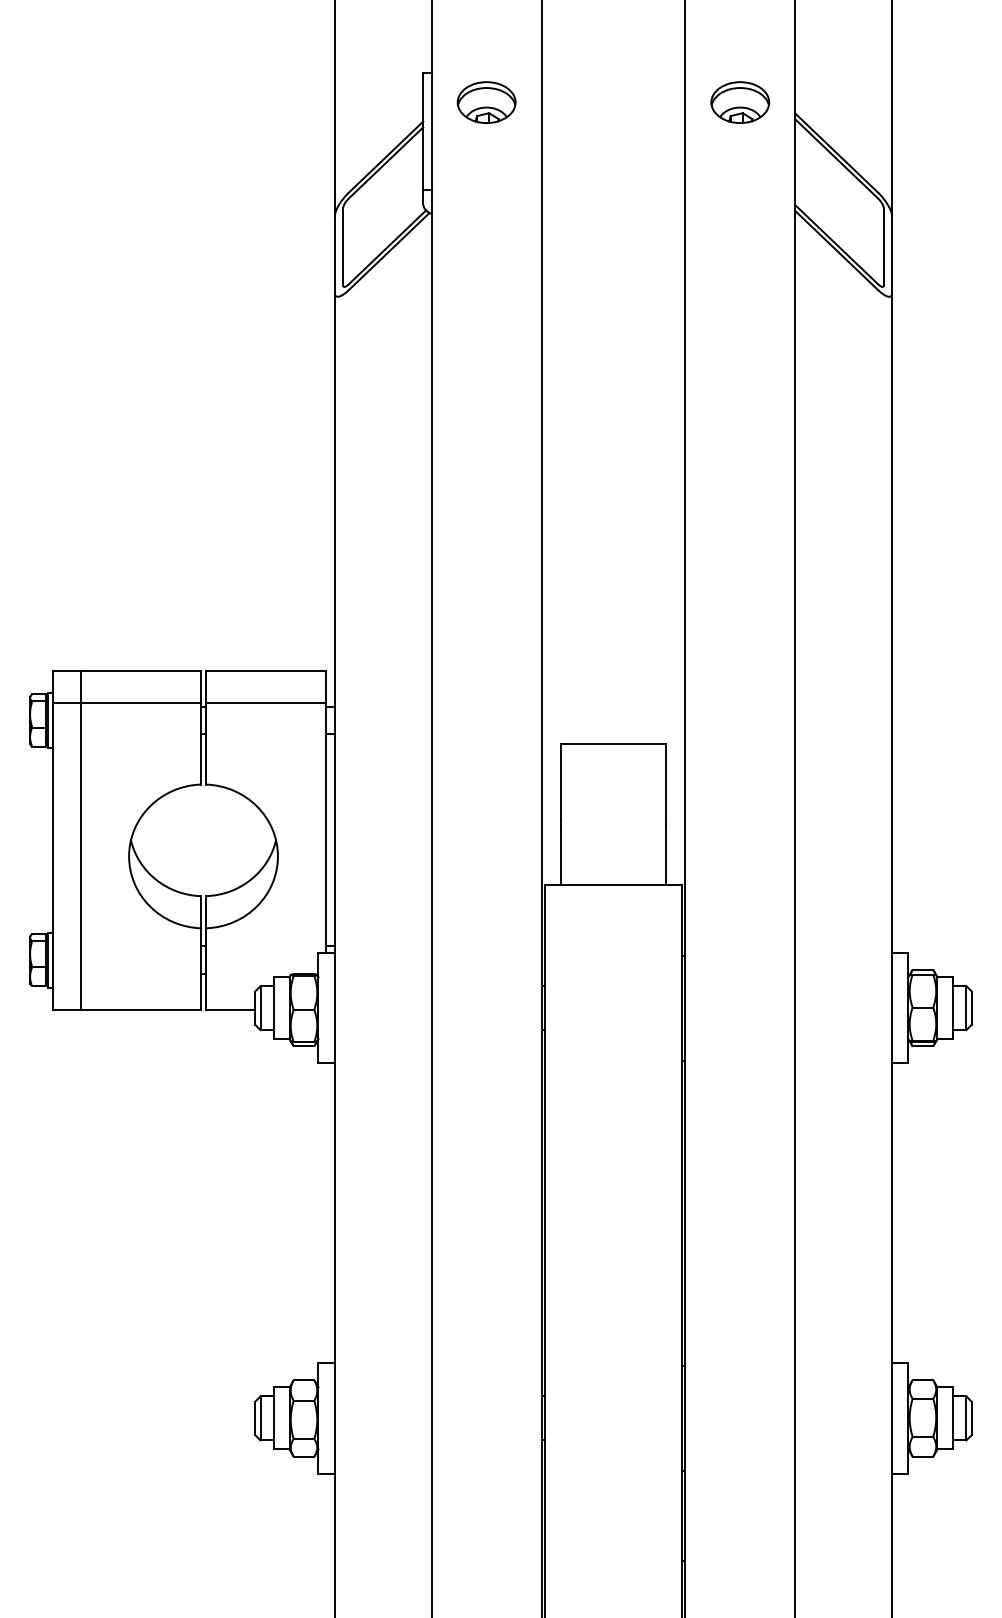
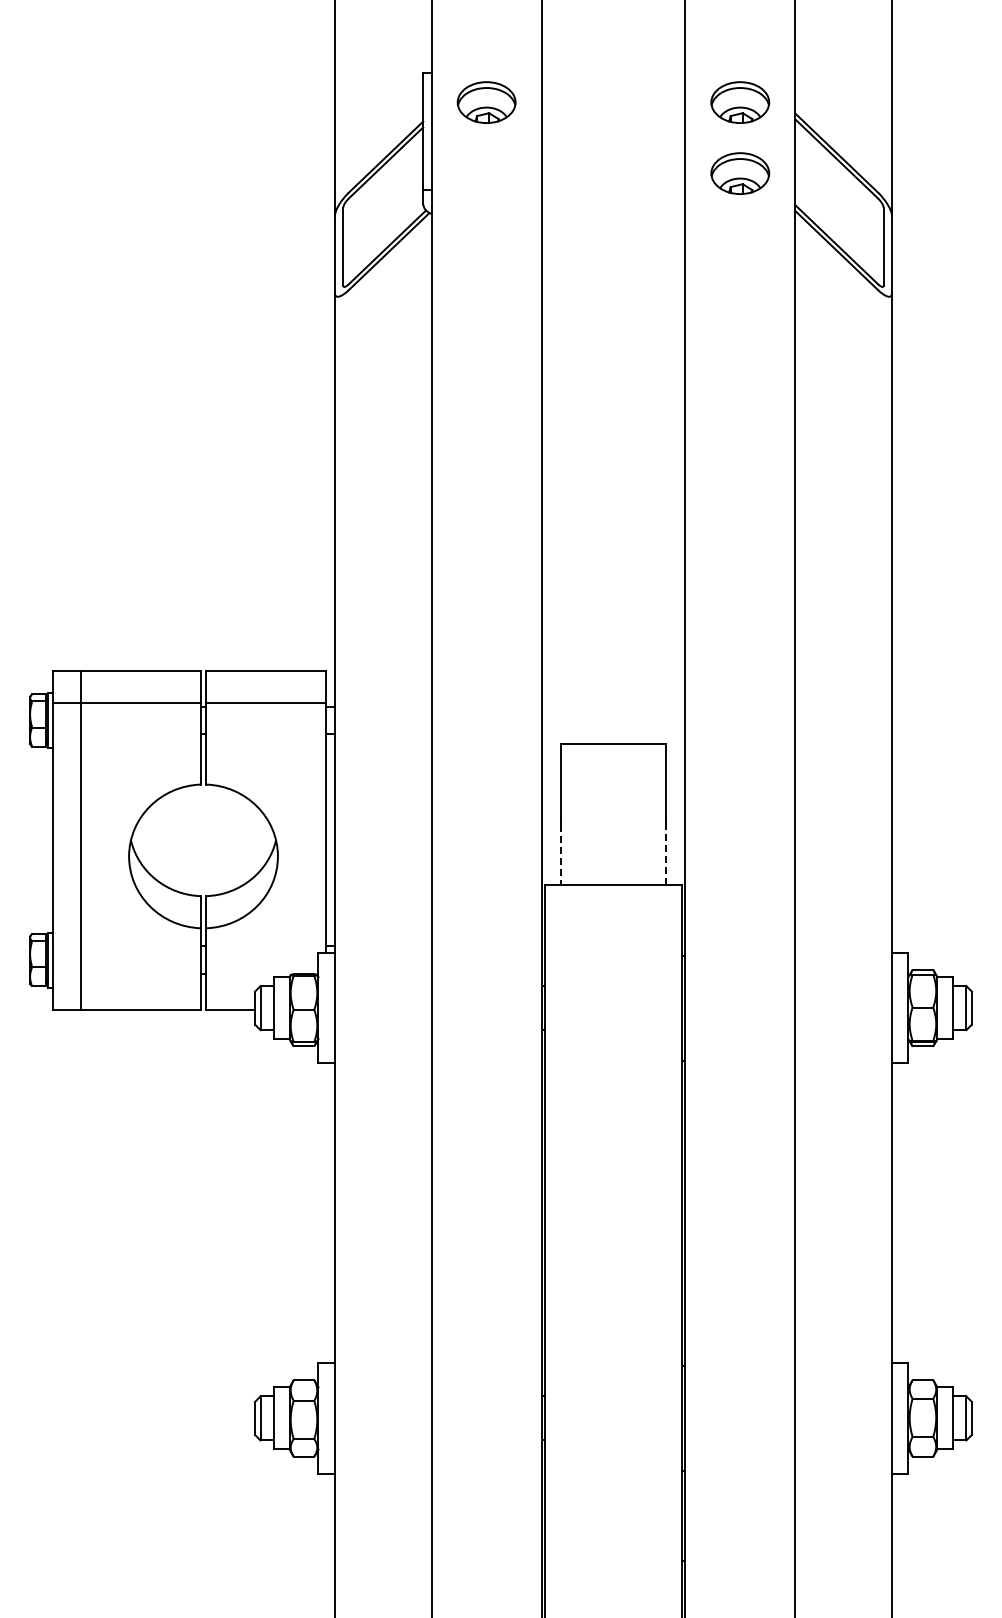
part at (740, 173): none -> present
line at (666, 854): solid -> dashed
line at (560, 855): solid -> dashed
